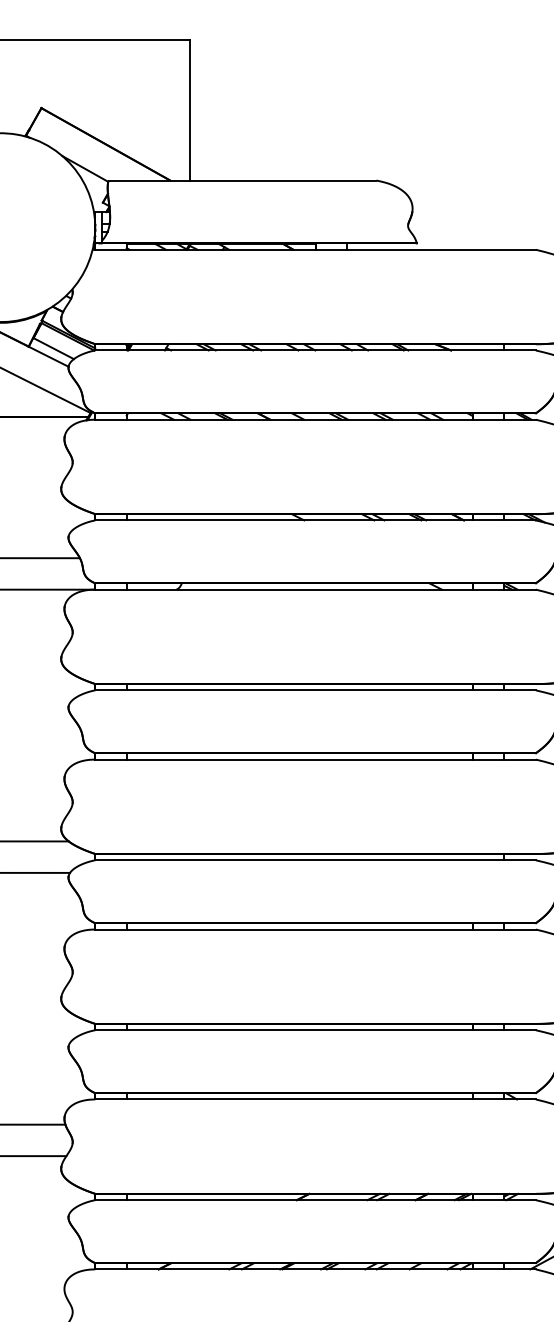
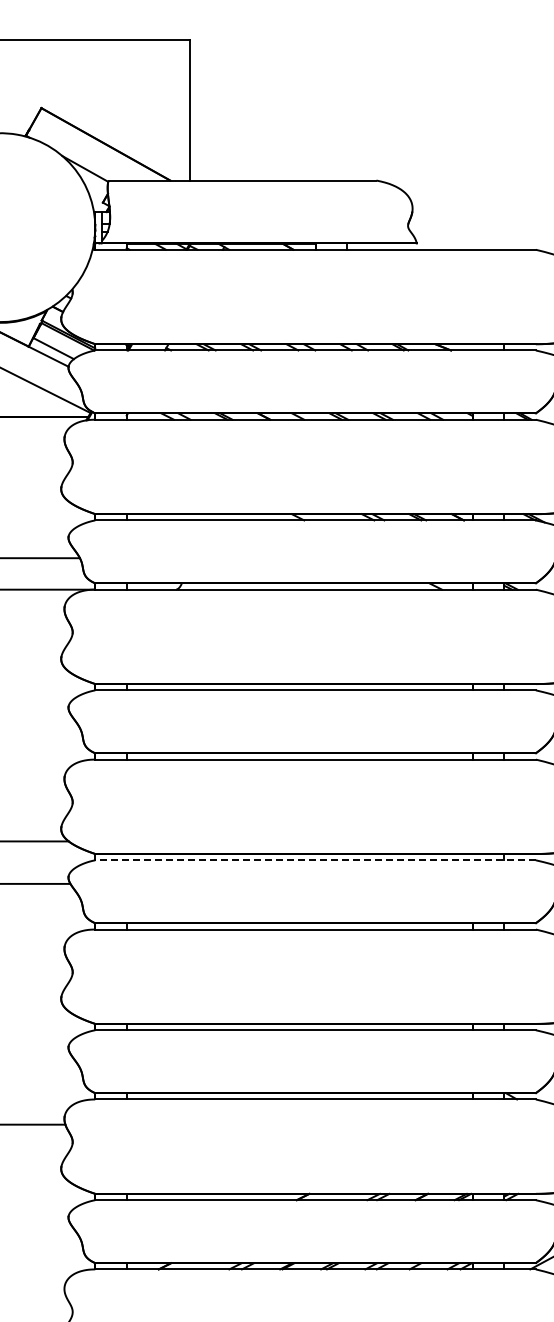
line at (315, 860): solid -> dashed
line at (36, 872) position: (36, 872) -> (36, 883)
line at (34, 1156): present -> none
